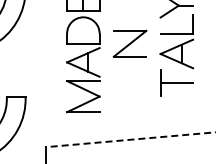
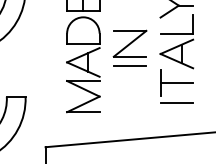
line at (129, 66): none -> present
line at (176, 103): none -> present
line at (130, 139): dashed -> solid
